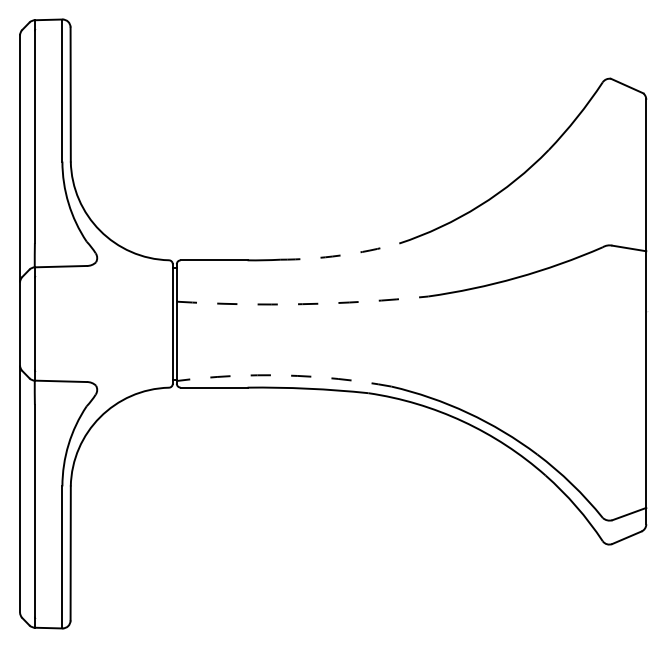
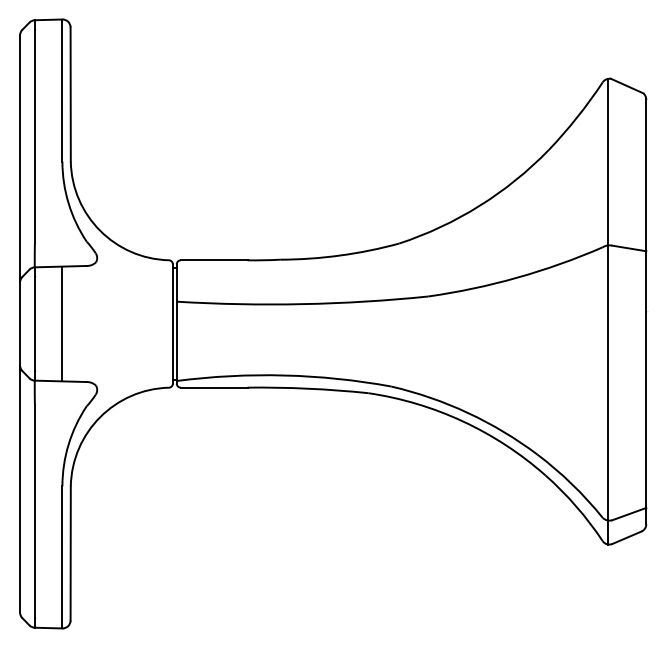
arc at (340, 255): dashed -> solid
arc at (302, 304): dashed -> solid
line at (608, 311): none -> present
line at (62, 323): none -> present
arc at (284, 375): dashed -> solid
